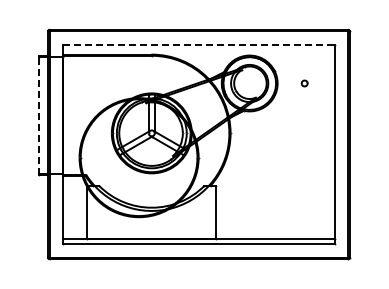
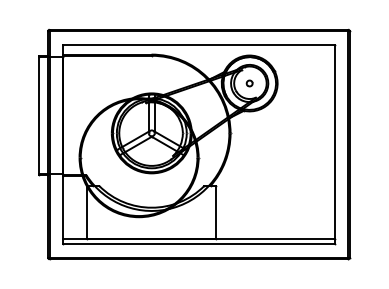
line at (198, 44): dashed -> solid
part at (304, 83) position: (304, 83) -> (249, 83)
line at (39, 115): dashed -> solid
